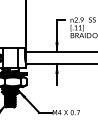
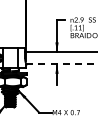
line at (62, 64): solid -> dashed
